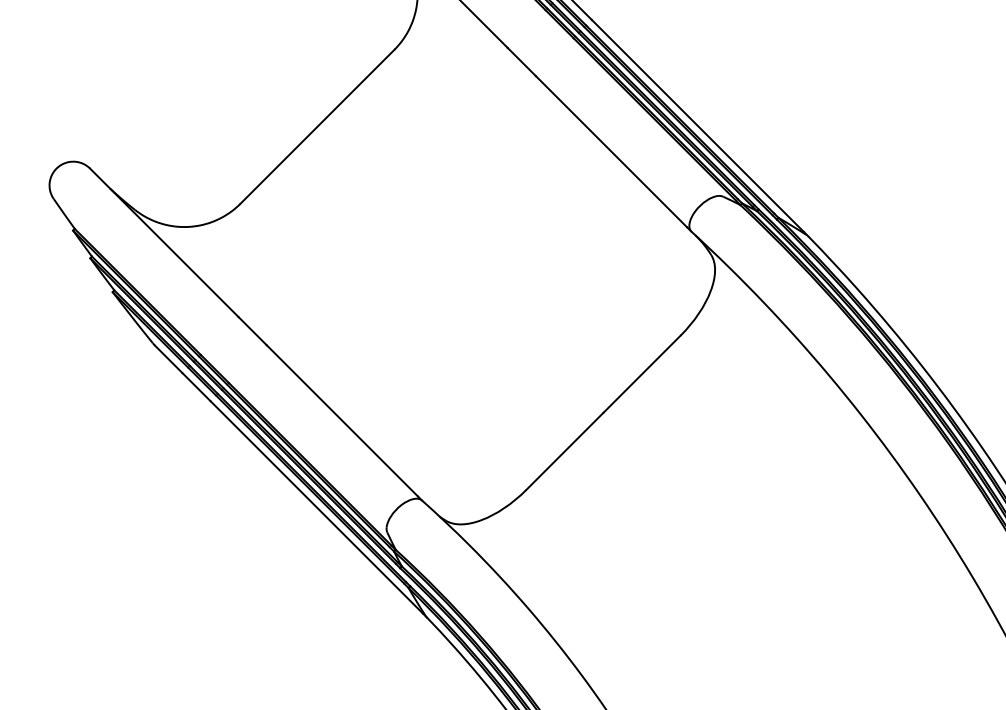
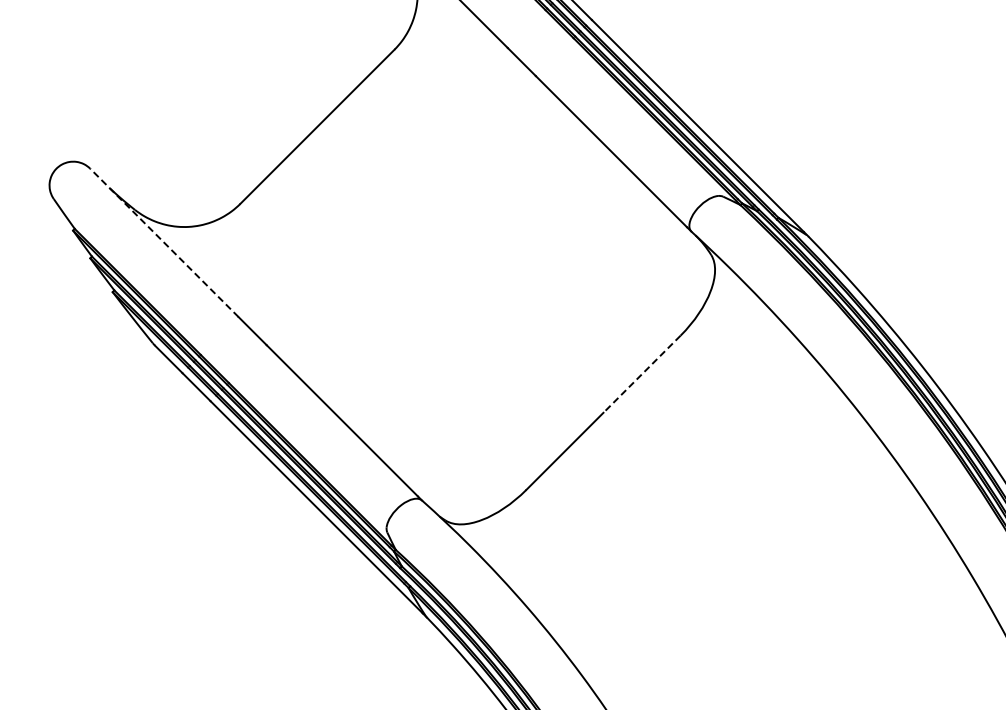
line at (164, 242): solid -> dashed
line at (642, 374): solid -> dashed
